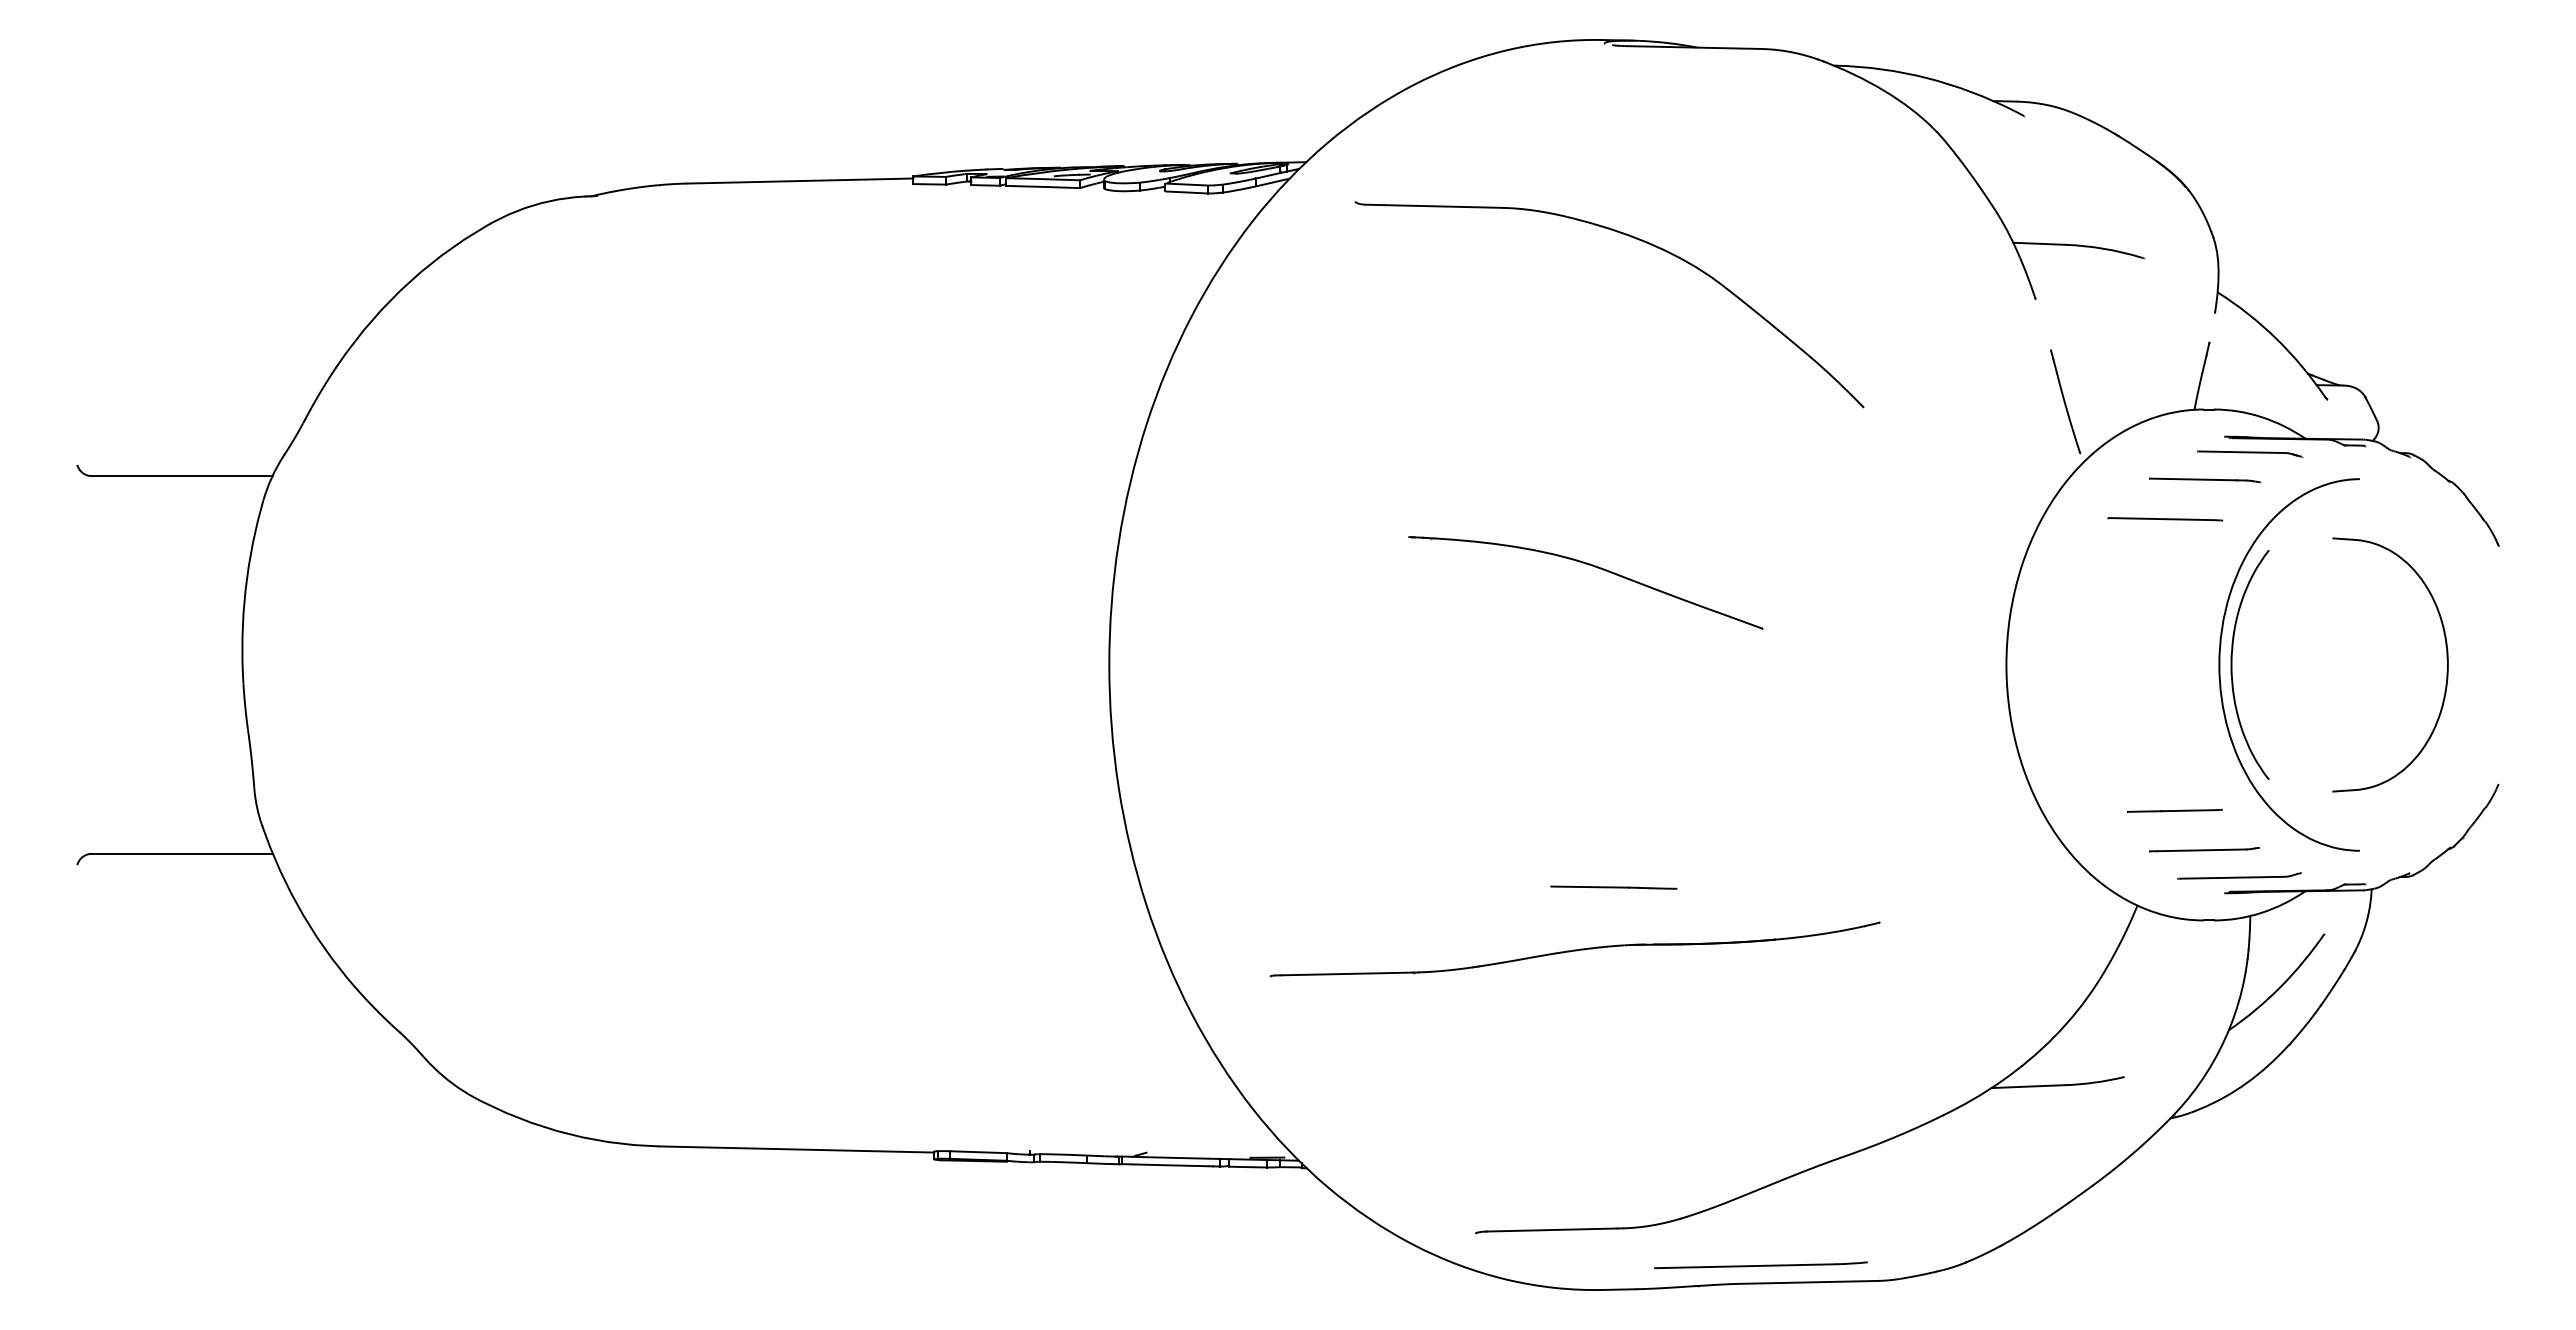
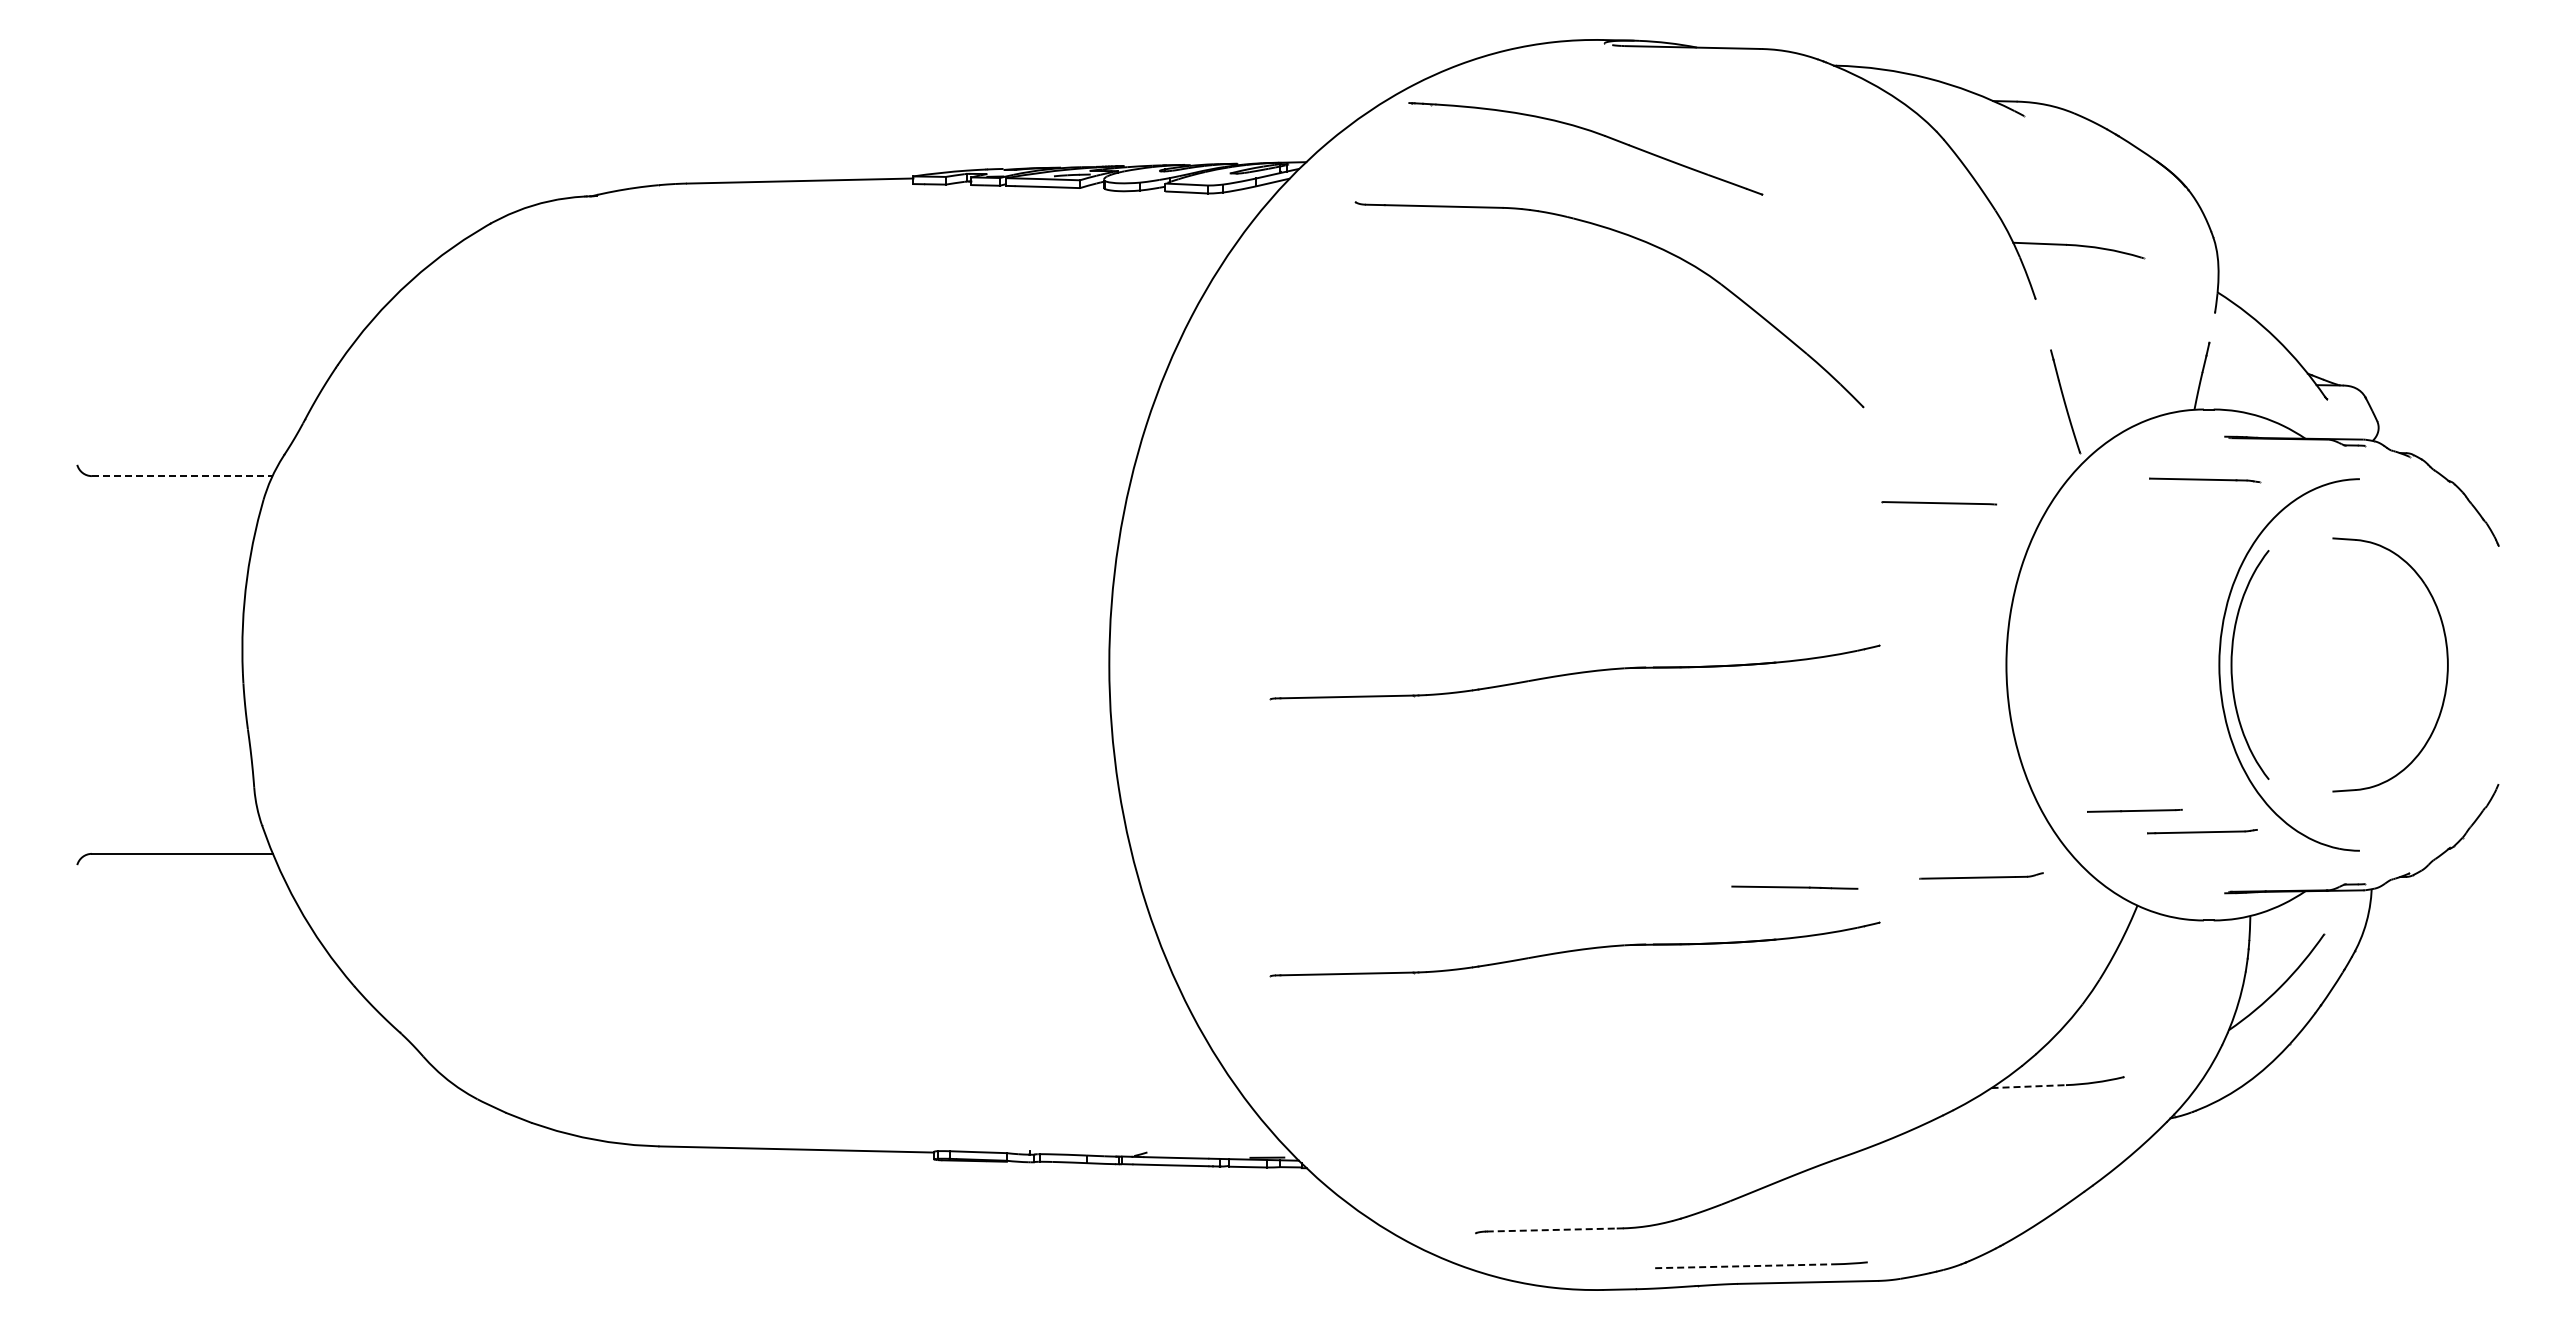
part at (2250, 454): present -> none
line at (182, 476): solid -> dashed
line at (2165, 519) position: (2165, 519) -> (1939, 503)
part at (1591, 566) position: (1591, 566) -> (1591, 132)
part at (1574, 672): none -> present
line at (2174, 810) position: (2174, 810) -> (2134, 810)
line at (2204, 849) position: (2204, 849) -> (2202, 831)
part at (2239, 875) position: (2239, 875) -> (1981, 875)
line at (1613, 887) position: (1613, 887) -> (1794, 887)
line at (2029, 1086): solid -> dashed
line at (1552, 1230): solid -> dashed
line at (1746, 1266): solid -> dashed
